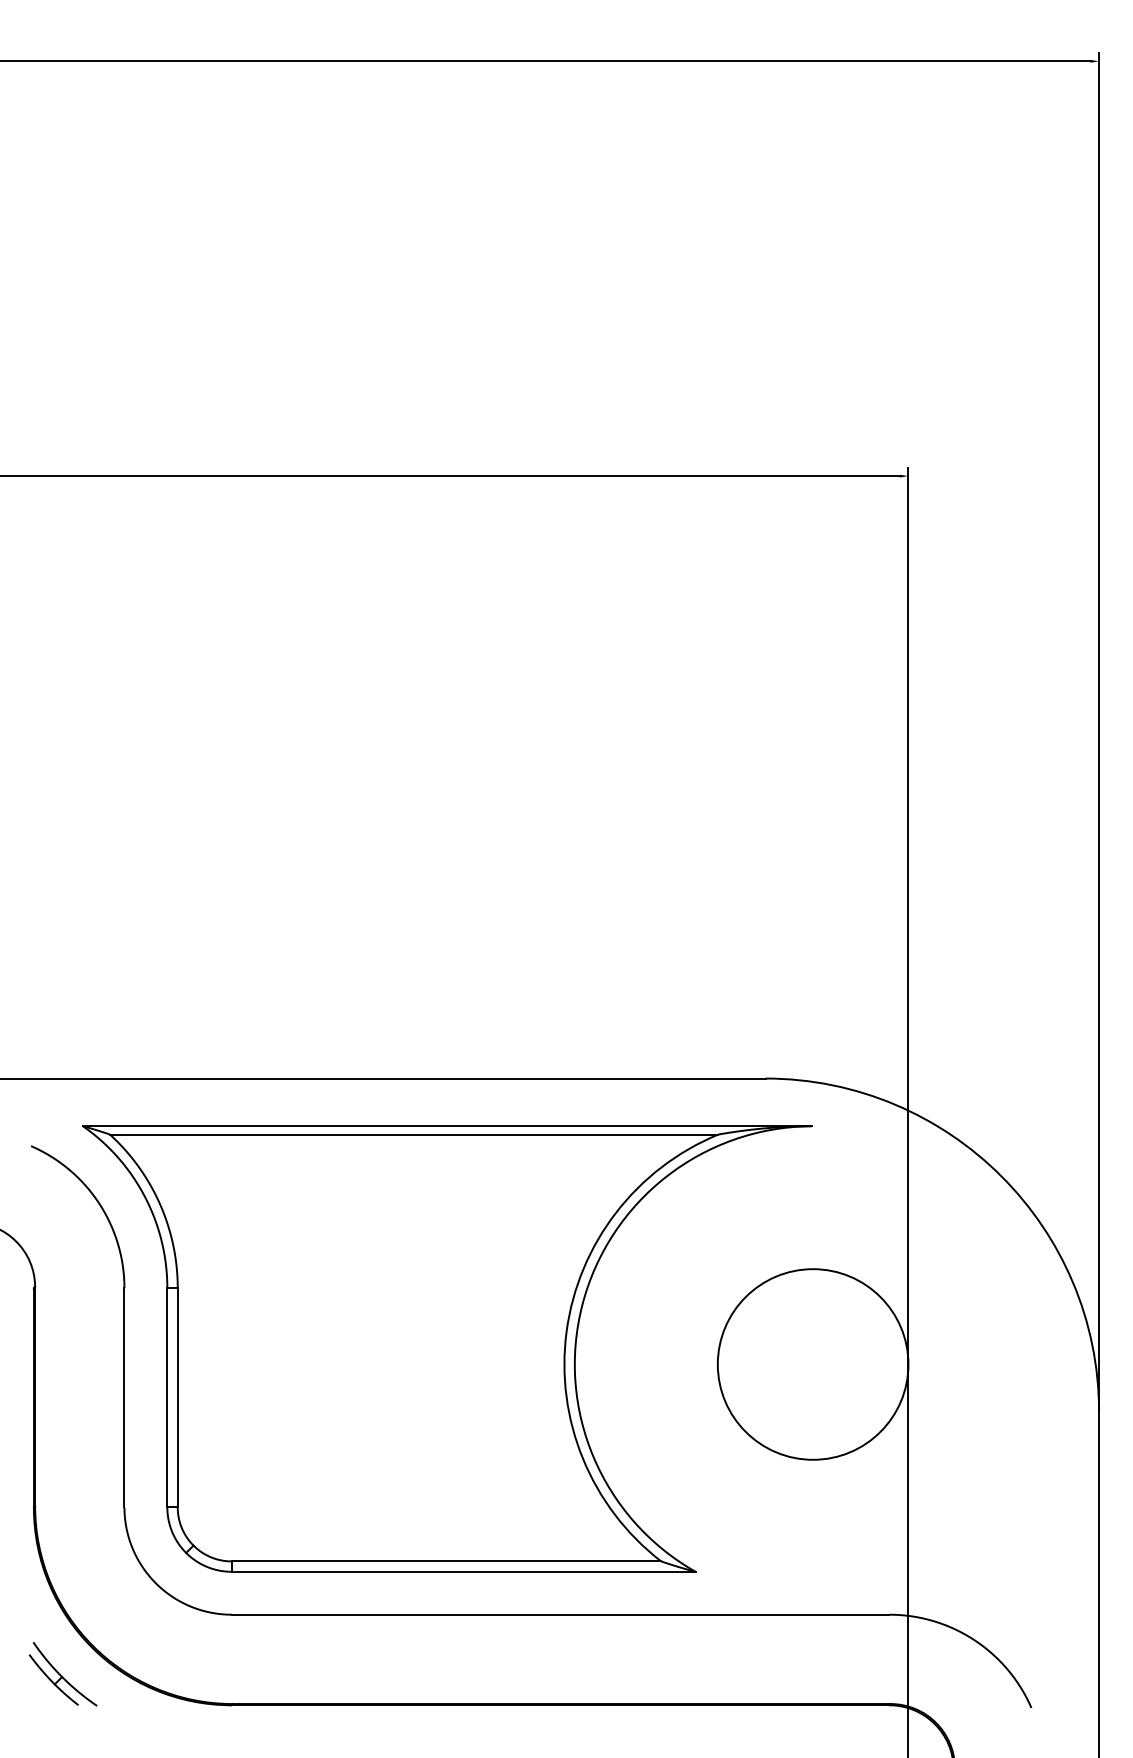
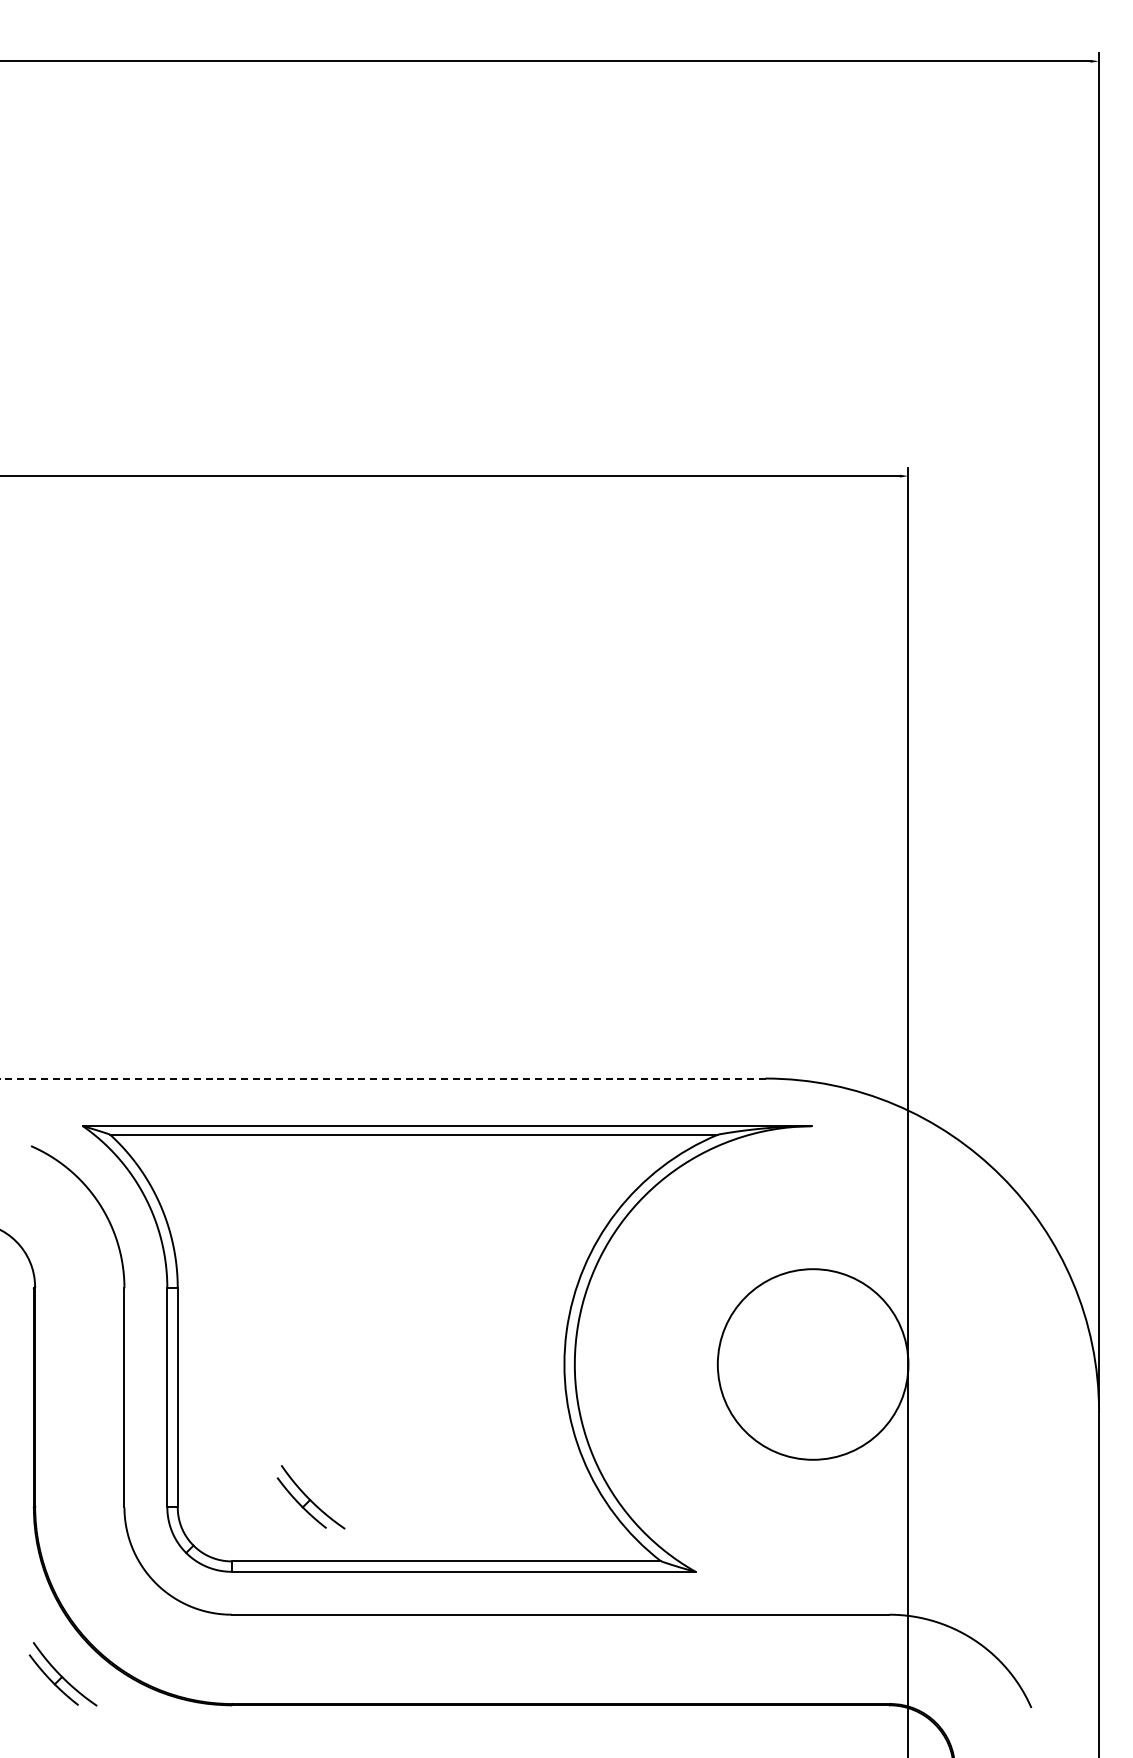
line at (382, 1078): solid -> dashed
part at (310, 1497): none -> present
